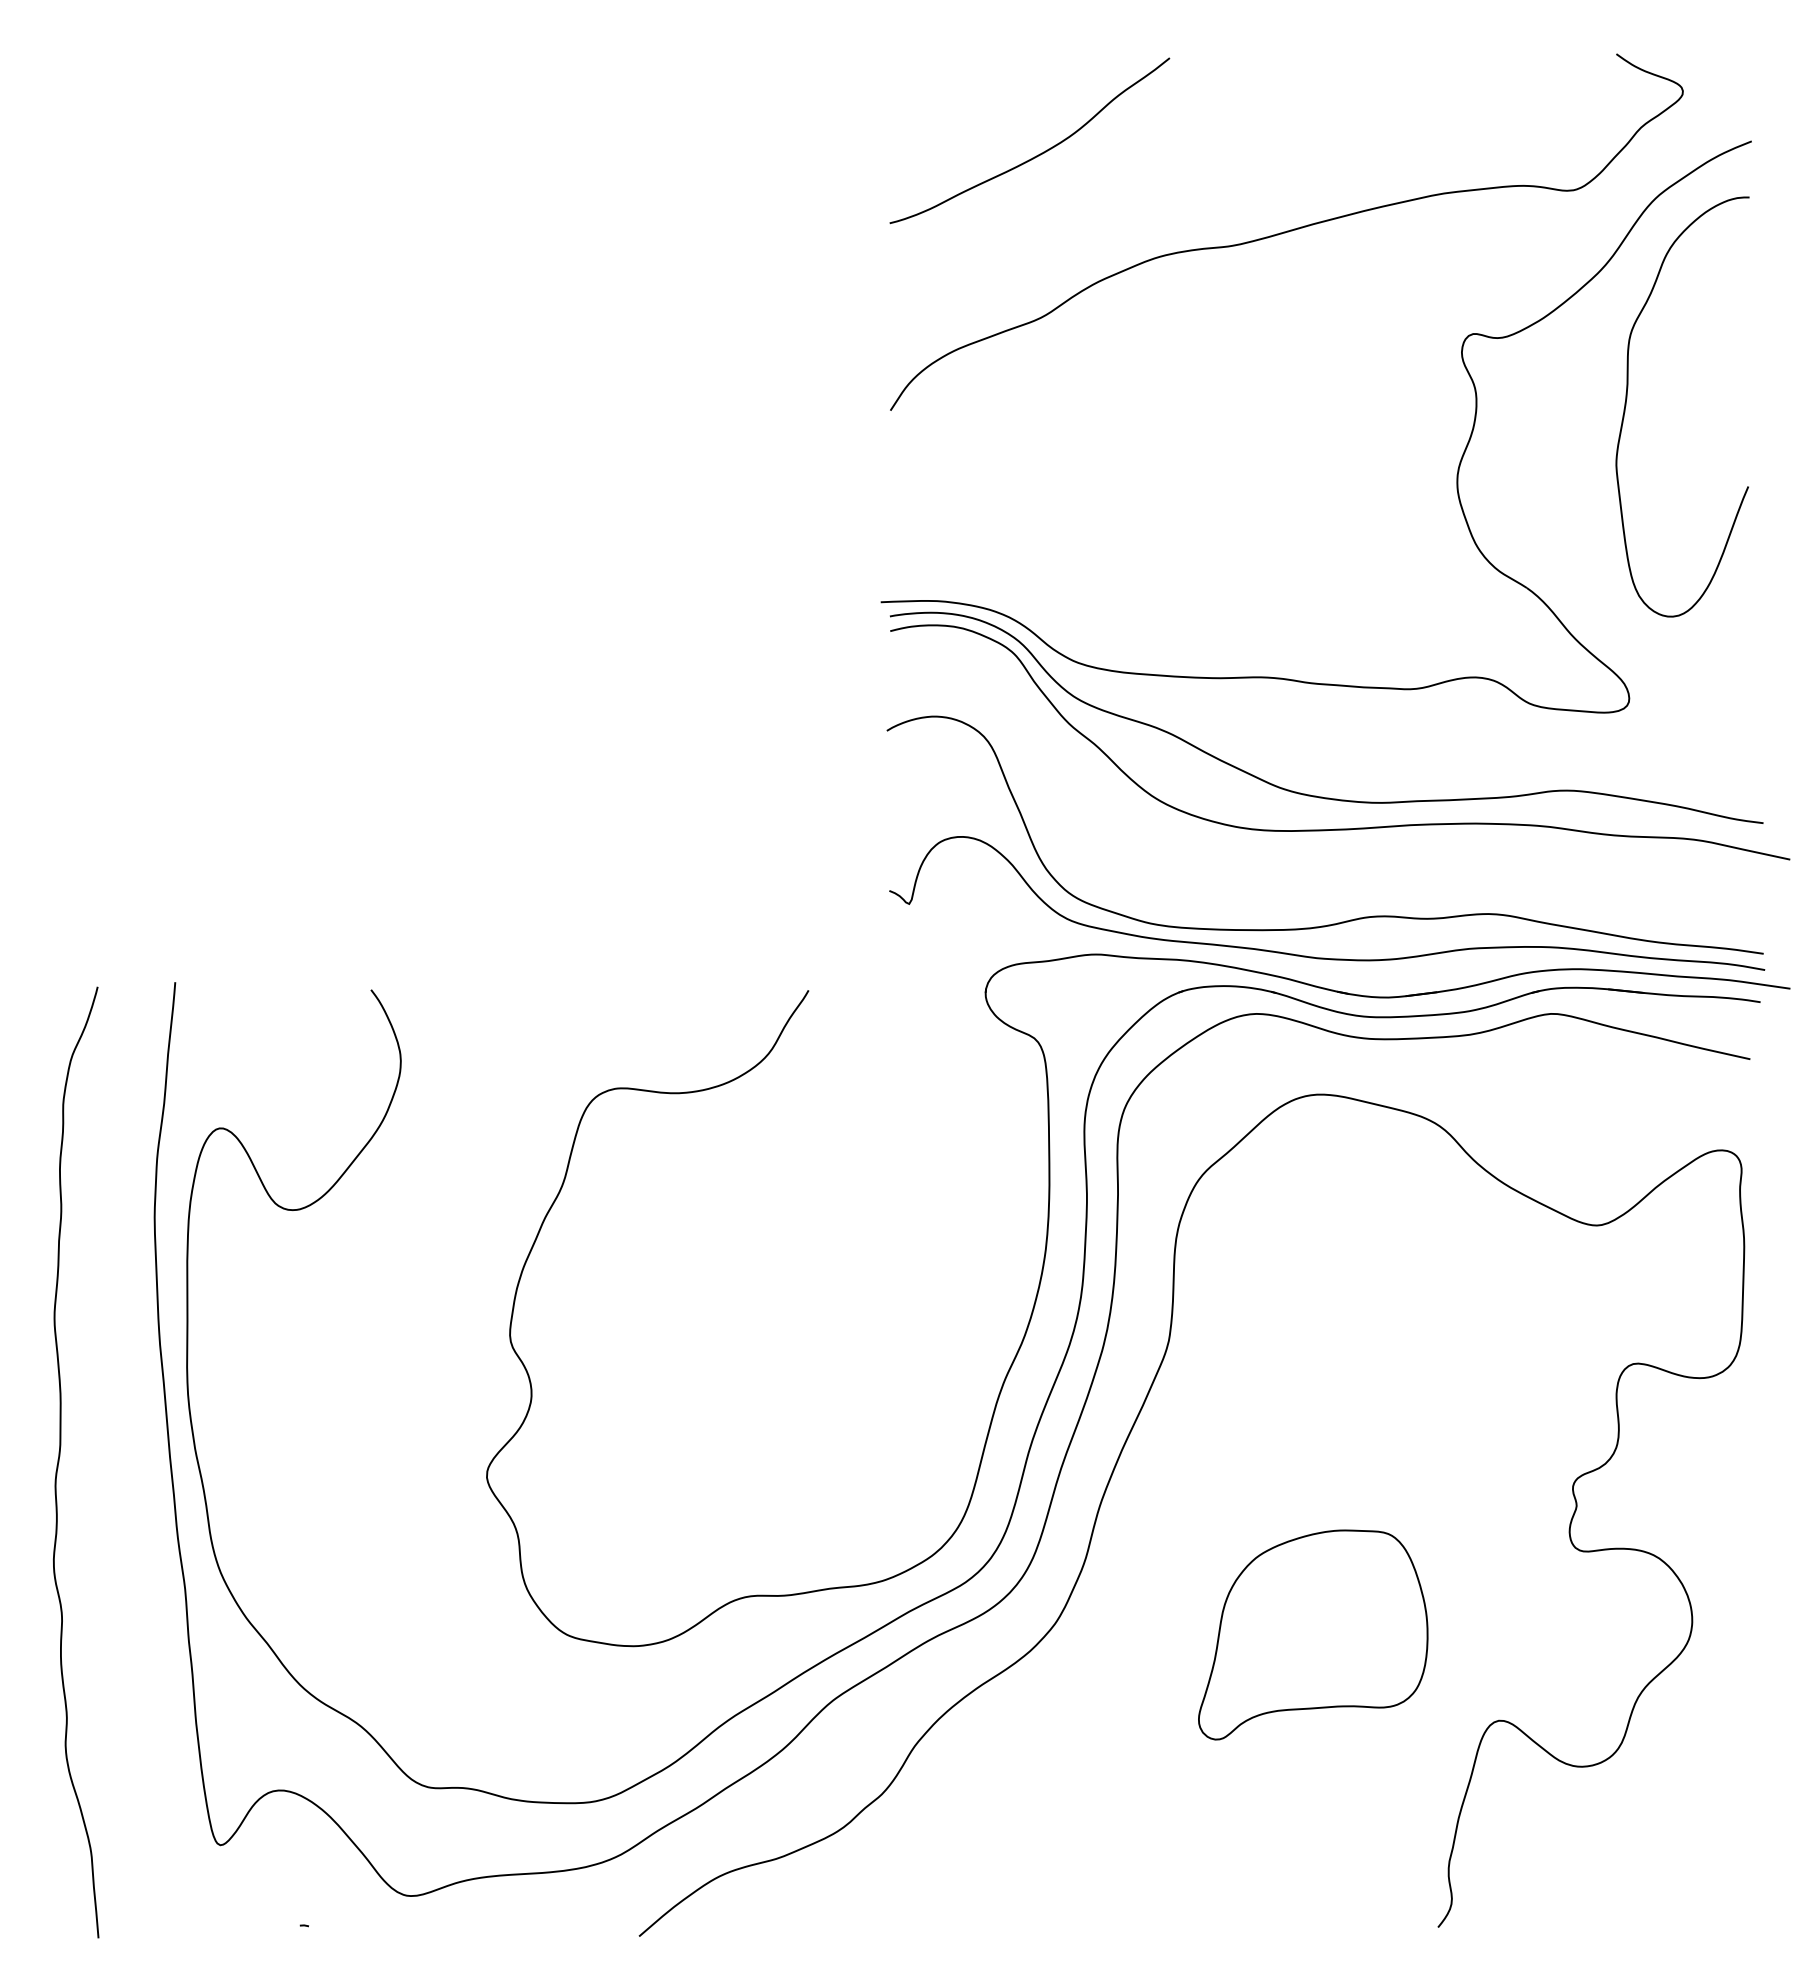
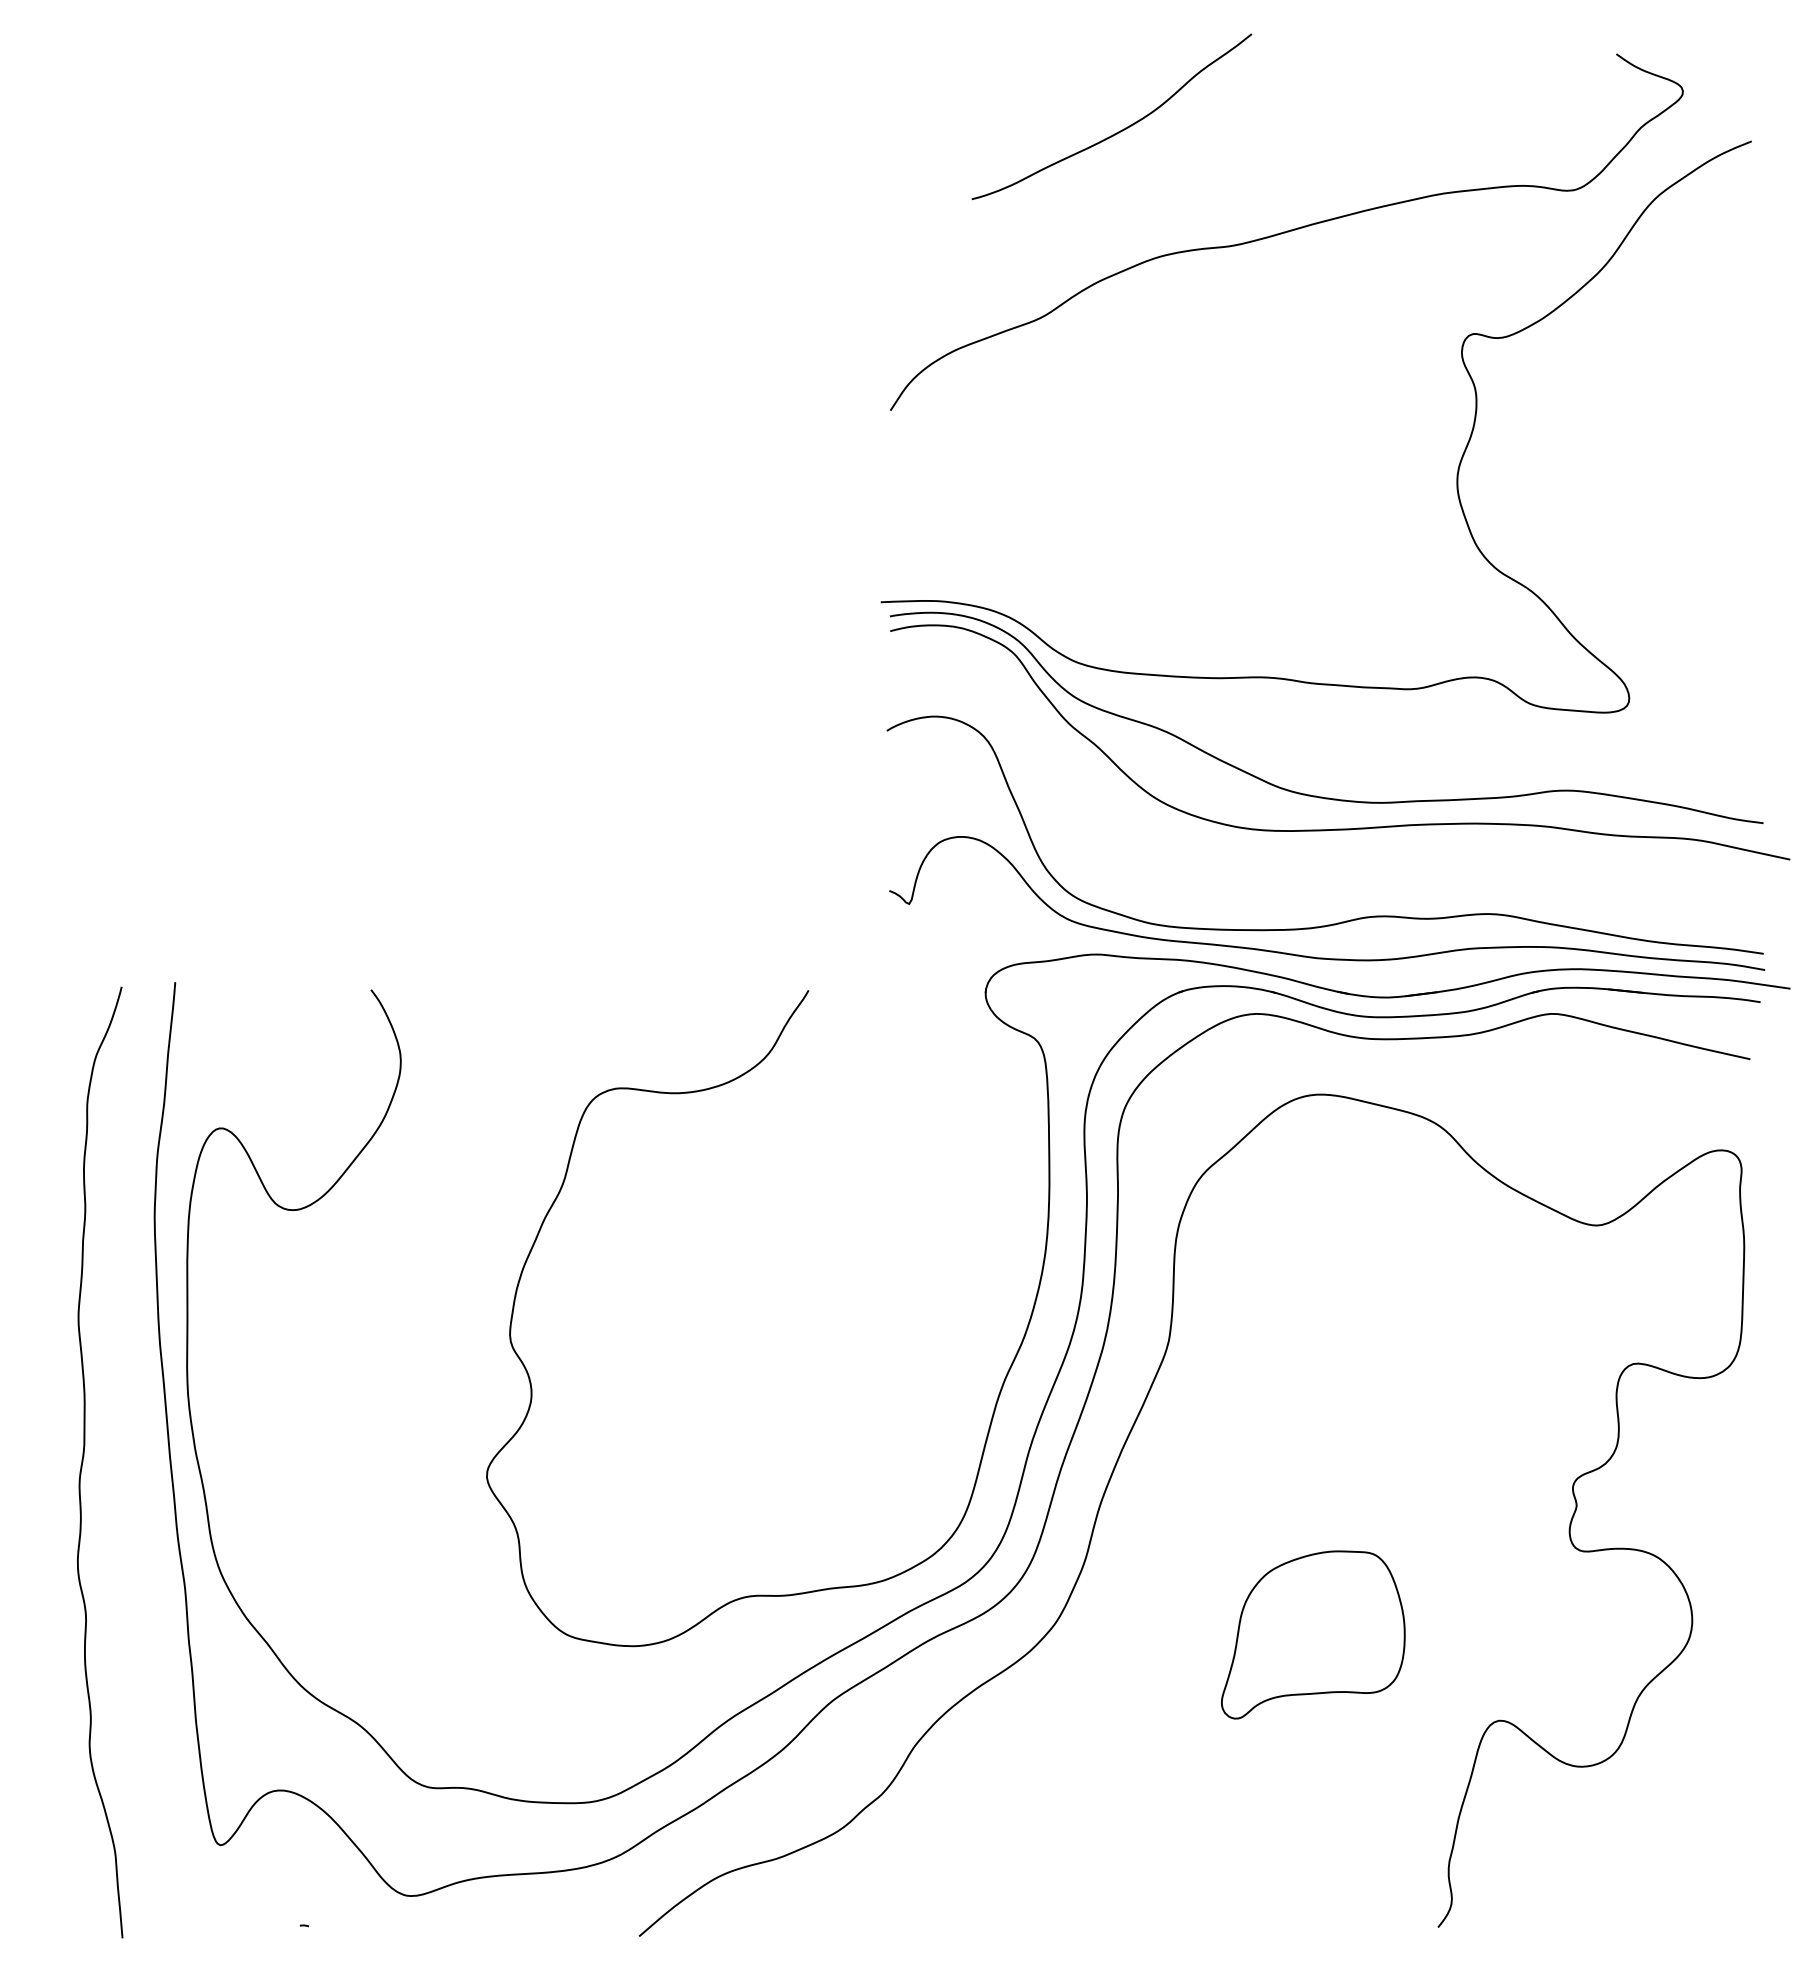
curve at (1036, 155) position: (1036, 155) -> (1118, 131)
curve at (1627, 398): present -> none
curve at (59, 1462) position: (59, 1462) -> (83, 1462)
part at (1313, 1634) size: 231x212 px -> 185x170 px
